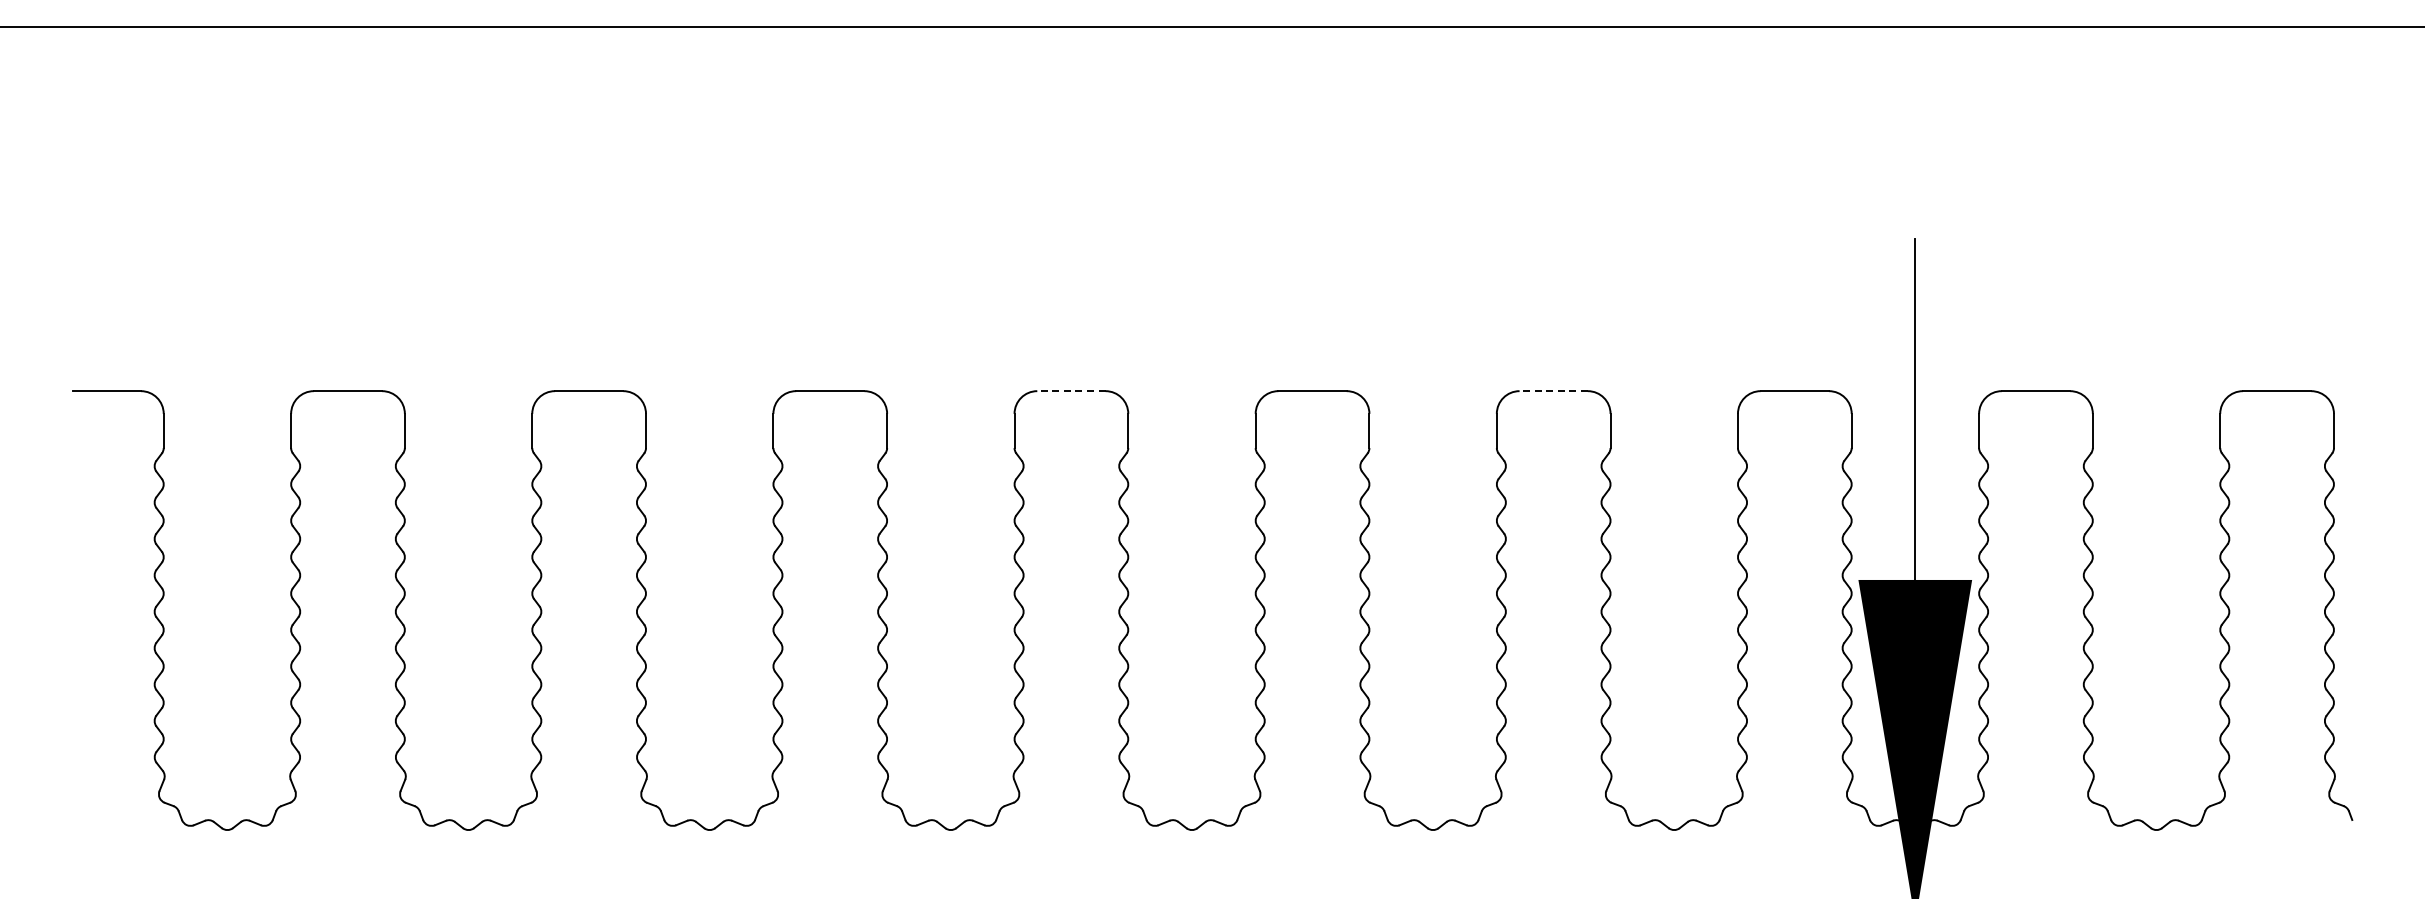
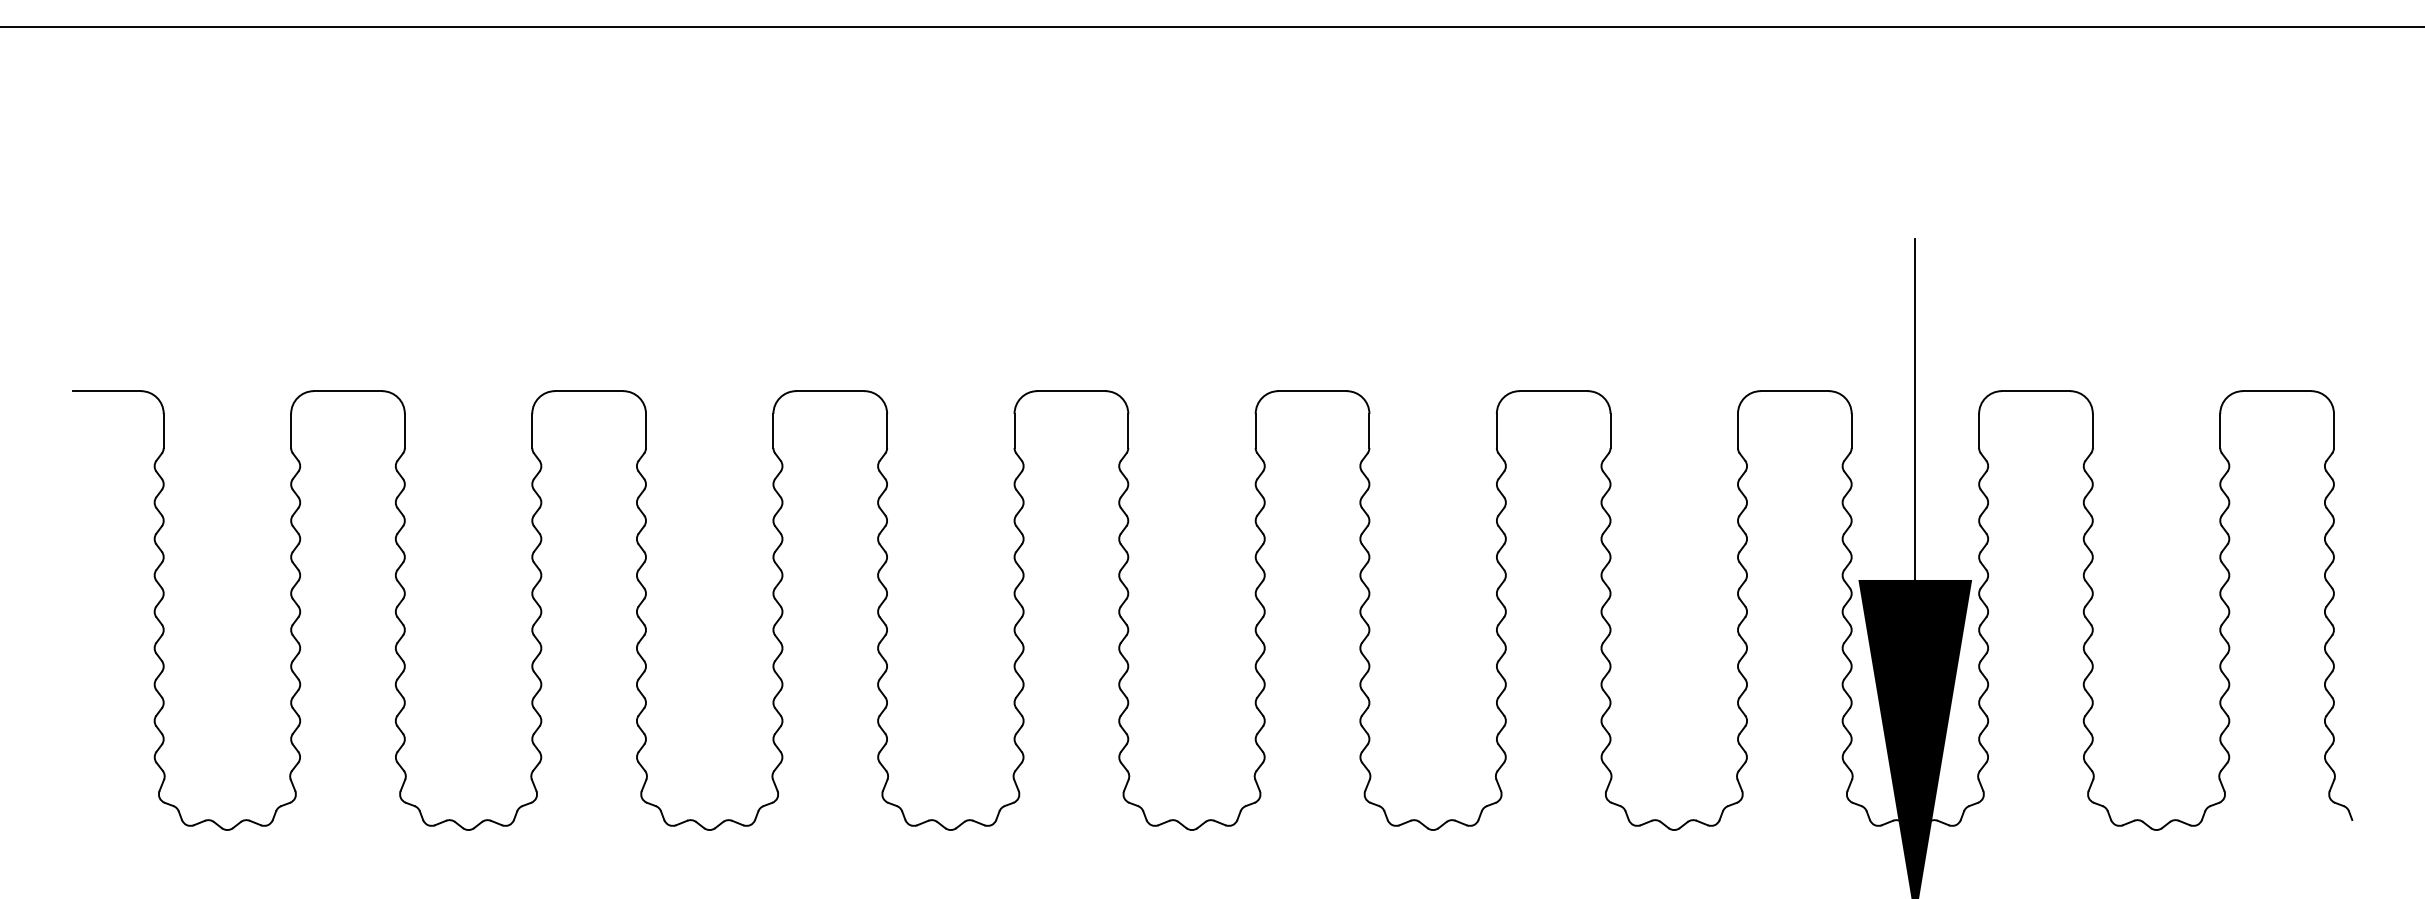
line at (1070, 391): dashed -> solid
line at (1553, 391): dashed -> solid
